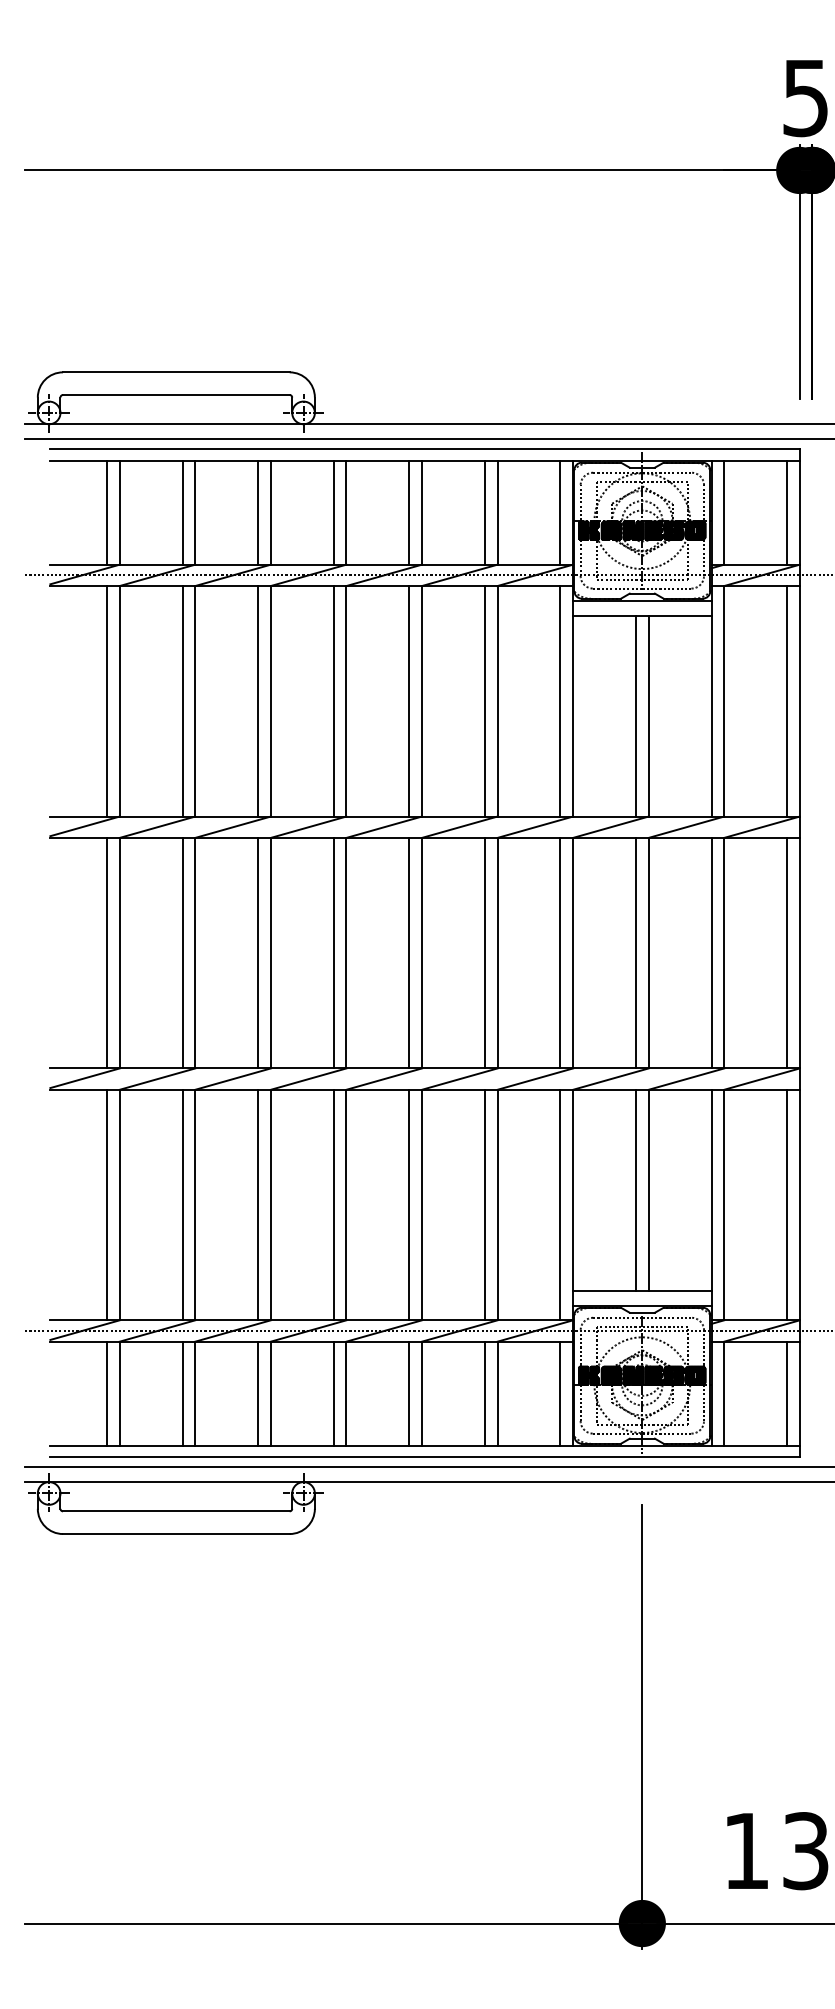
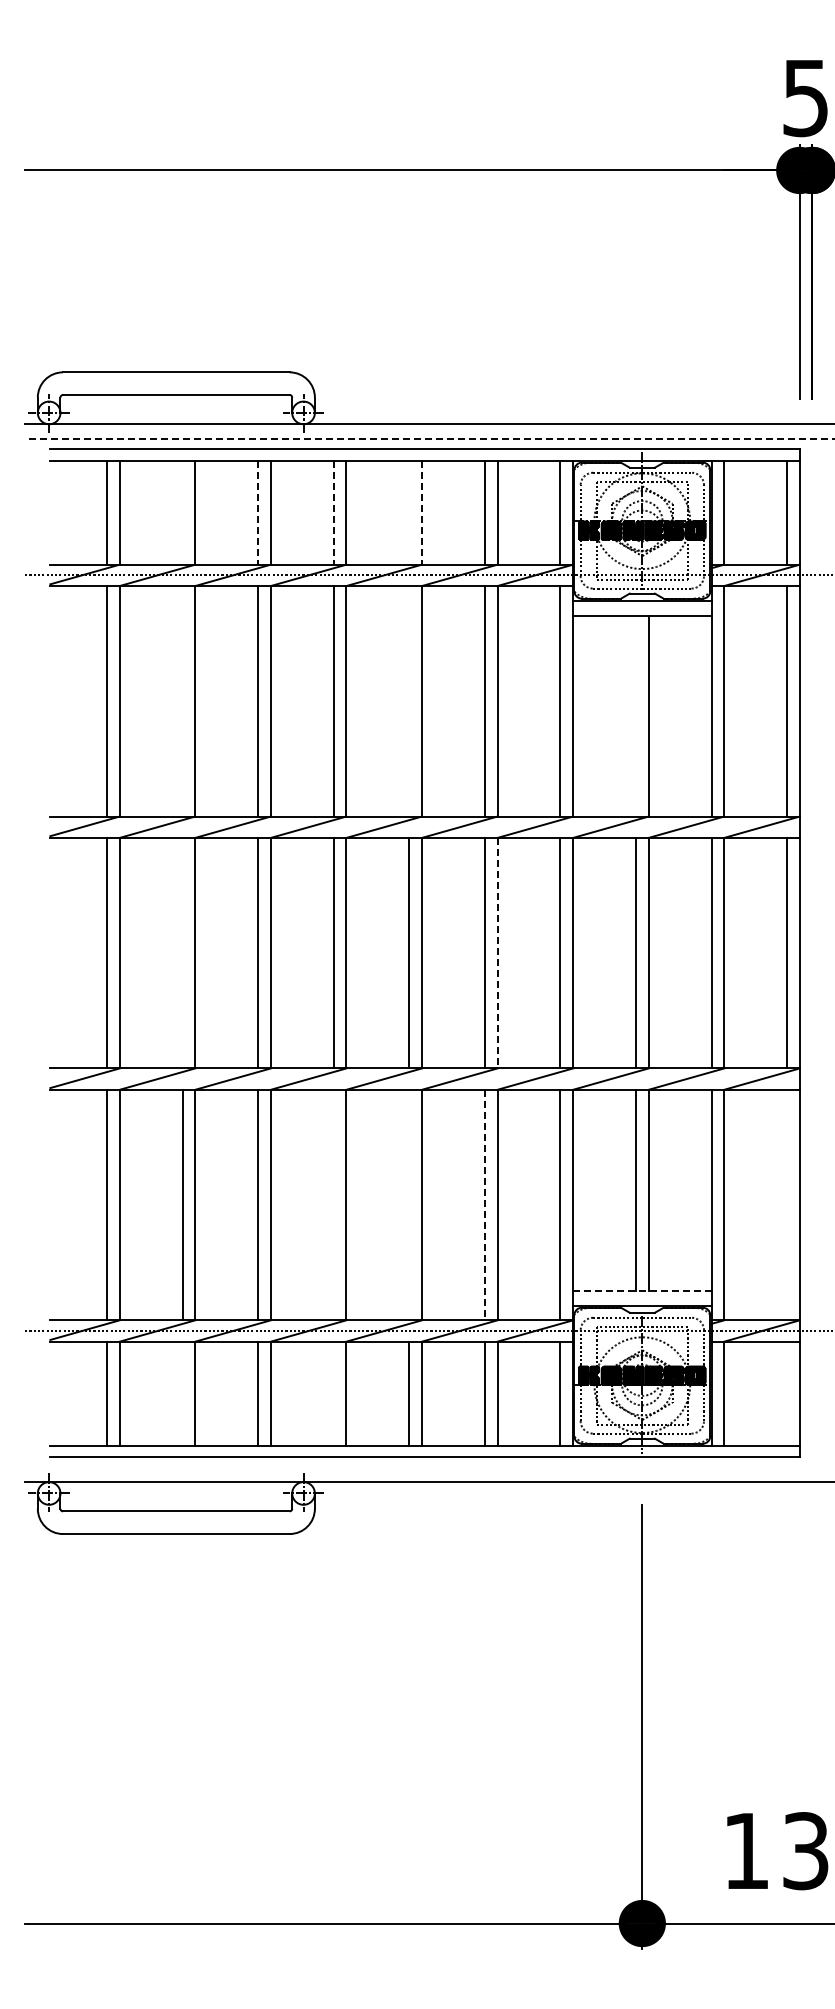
line at (429, 439): solid -> dashed
line at (182, 512): present -> none
line at (258, 512): solid -> dashed
line at (333, 512): solid -> dashed
line at (409, 512): present -> none
line at (421, 512): solid -> dashed
line at (182, 701): present -> none
line at (409, 701): present -> none
line at (636, 715): present -> none
line at (182, 952): present -> none
line at (497, 953): solid -> dashed
line at (333, 1204): present -> none
line at (409, 1204): present -> none
line at (787, 1204): present -> none
line at (484, 1205): solid -> dashed
line at (642, 1290): solid -> dashed
line at (182, 1393): present -> none
line at (333, 1393): present -> none
line at (787, 1393): present -> none
line at (428, 1467): present -> none
